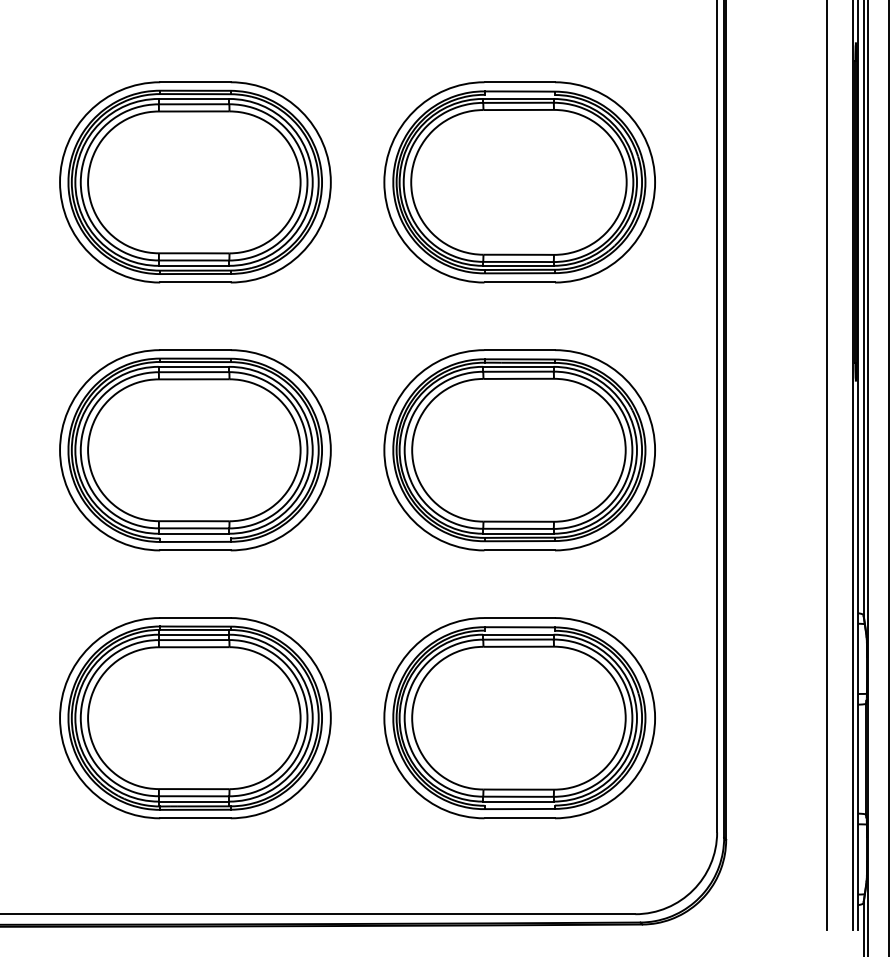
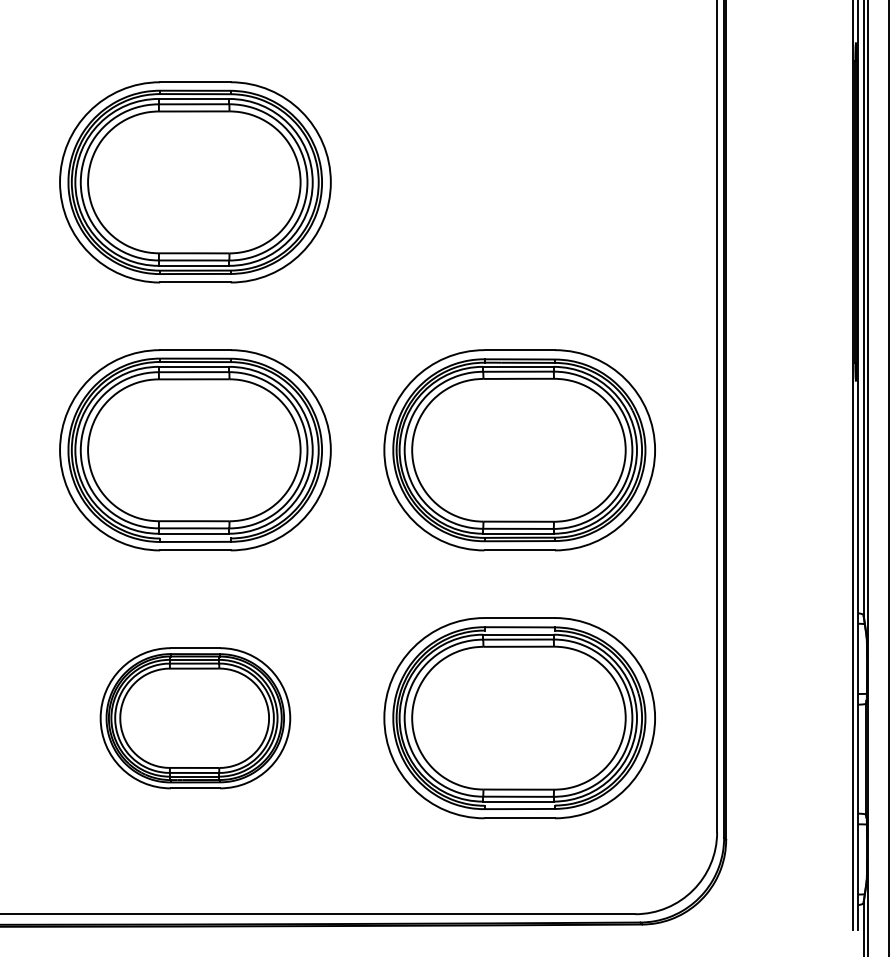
part at (519, 182): present -> none
line at (826, 465): present -> none
part at (195, 718) size: 273x203 px -> 193x143 px
